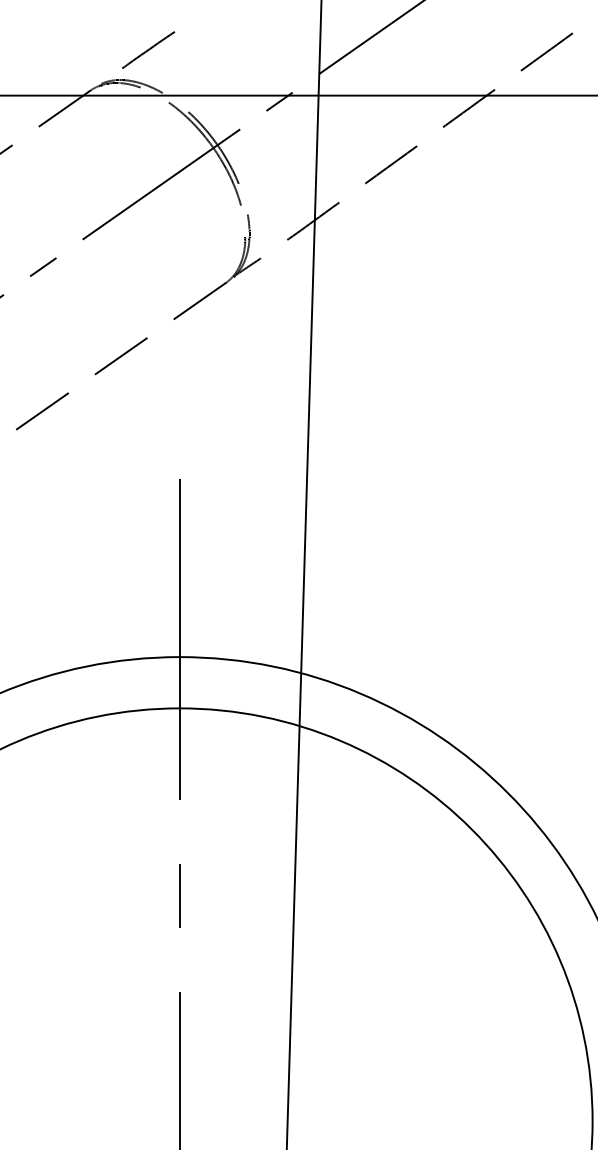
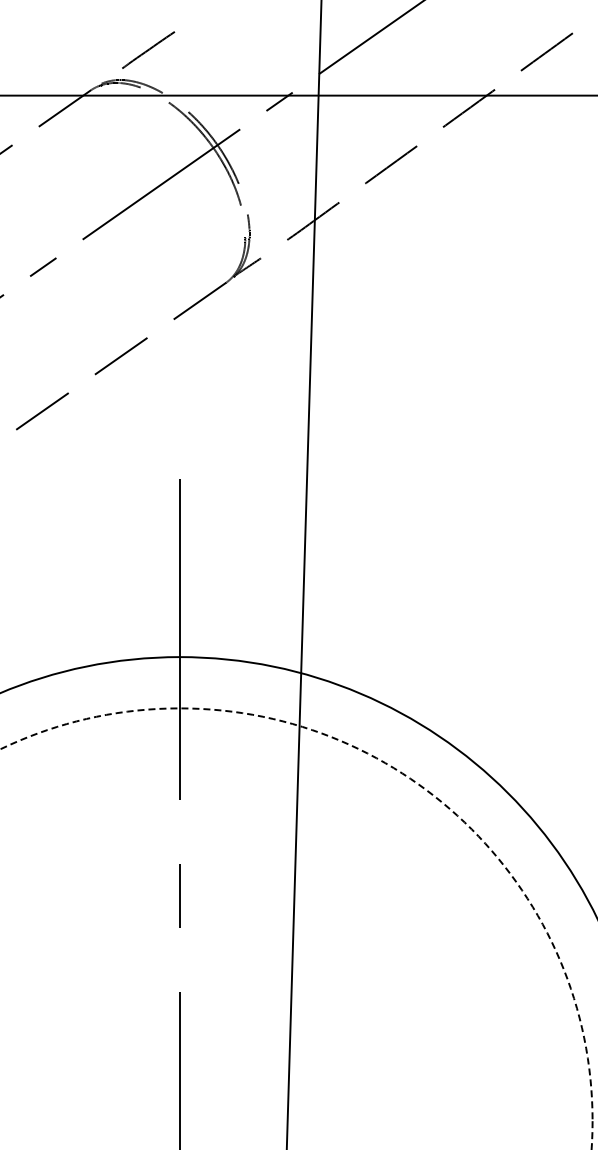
circle at (296, 928): solid -> dashed
